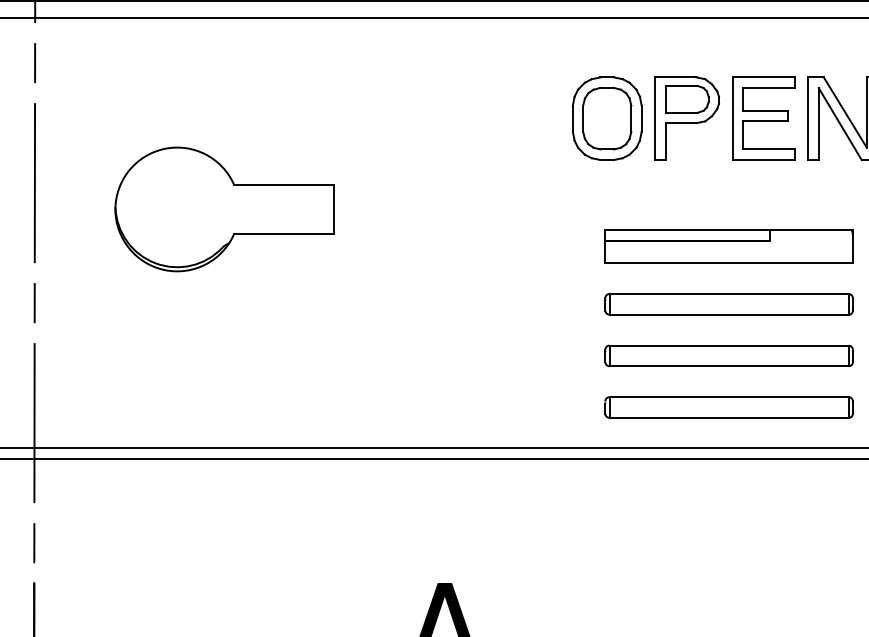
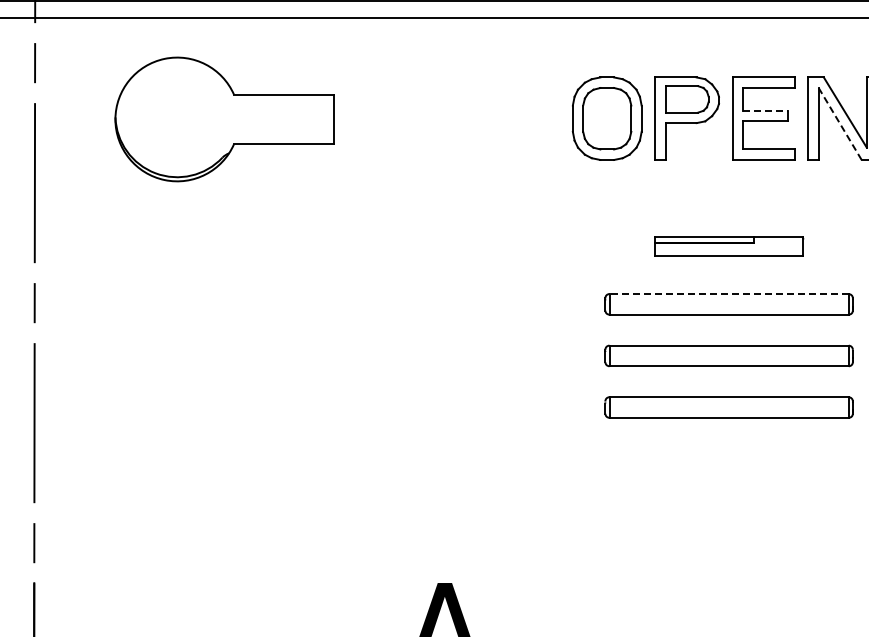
line at (765, 110): solid -> dashed
line at (840, 123): solid -> dashed
part at (224, 209) position: (224, 209) -> (224, 119)
part at (728, 246) size: 250x35 px -> 151x21 px
line at (729, 294): solid -> dashed
line at (433, 447): present -> none
line at (433, 459): present -> none
